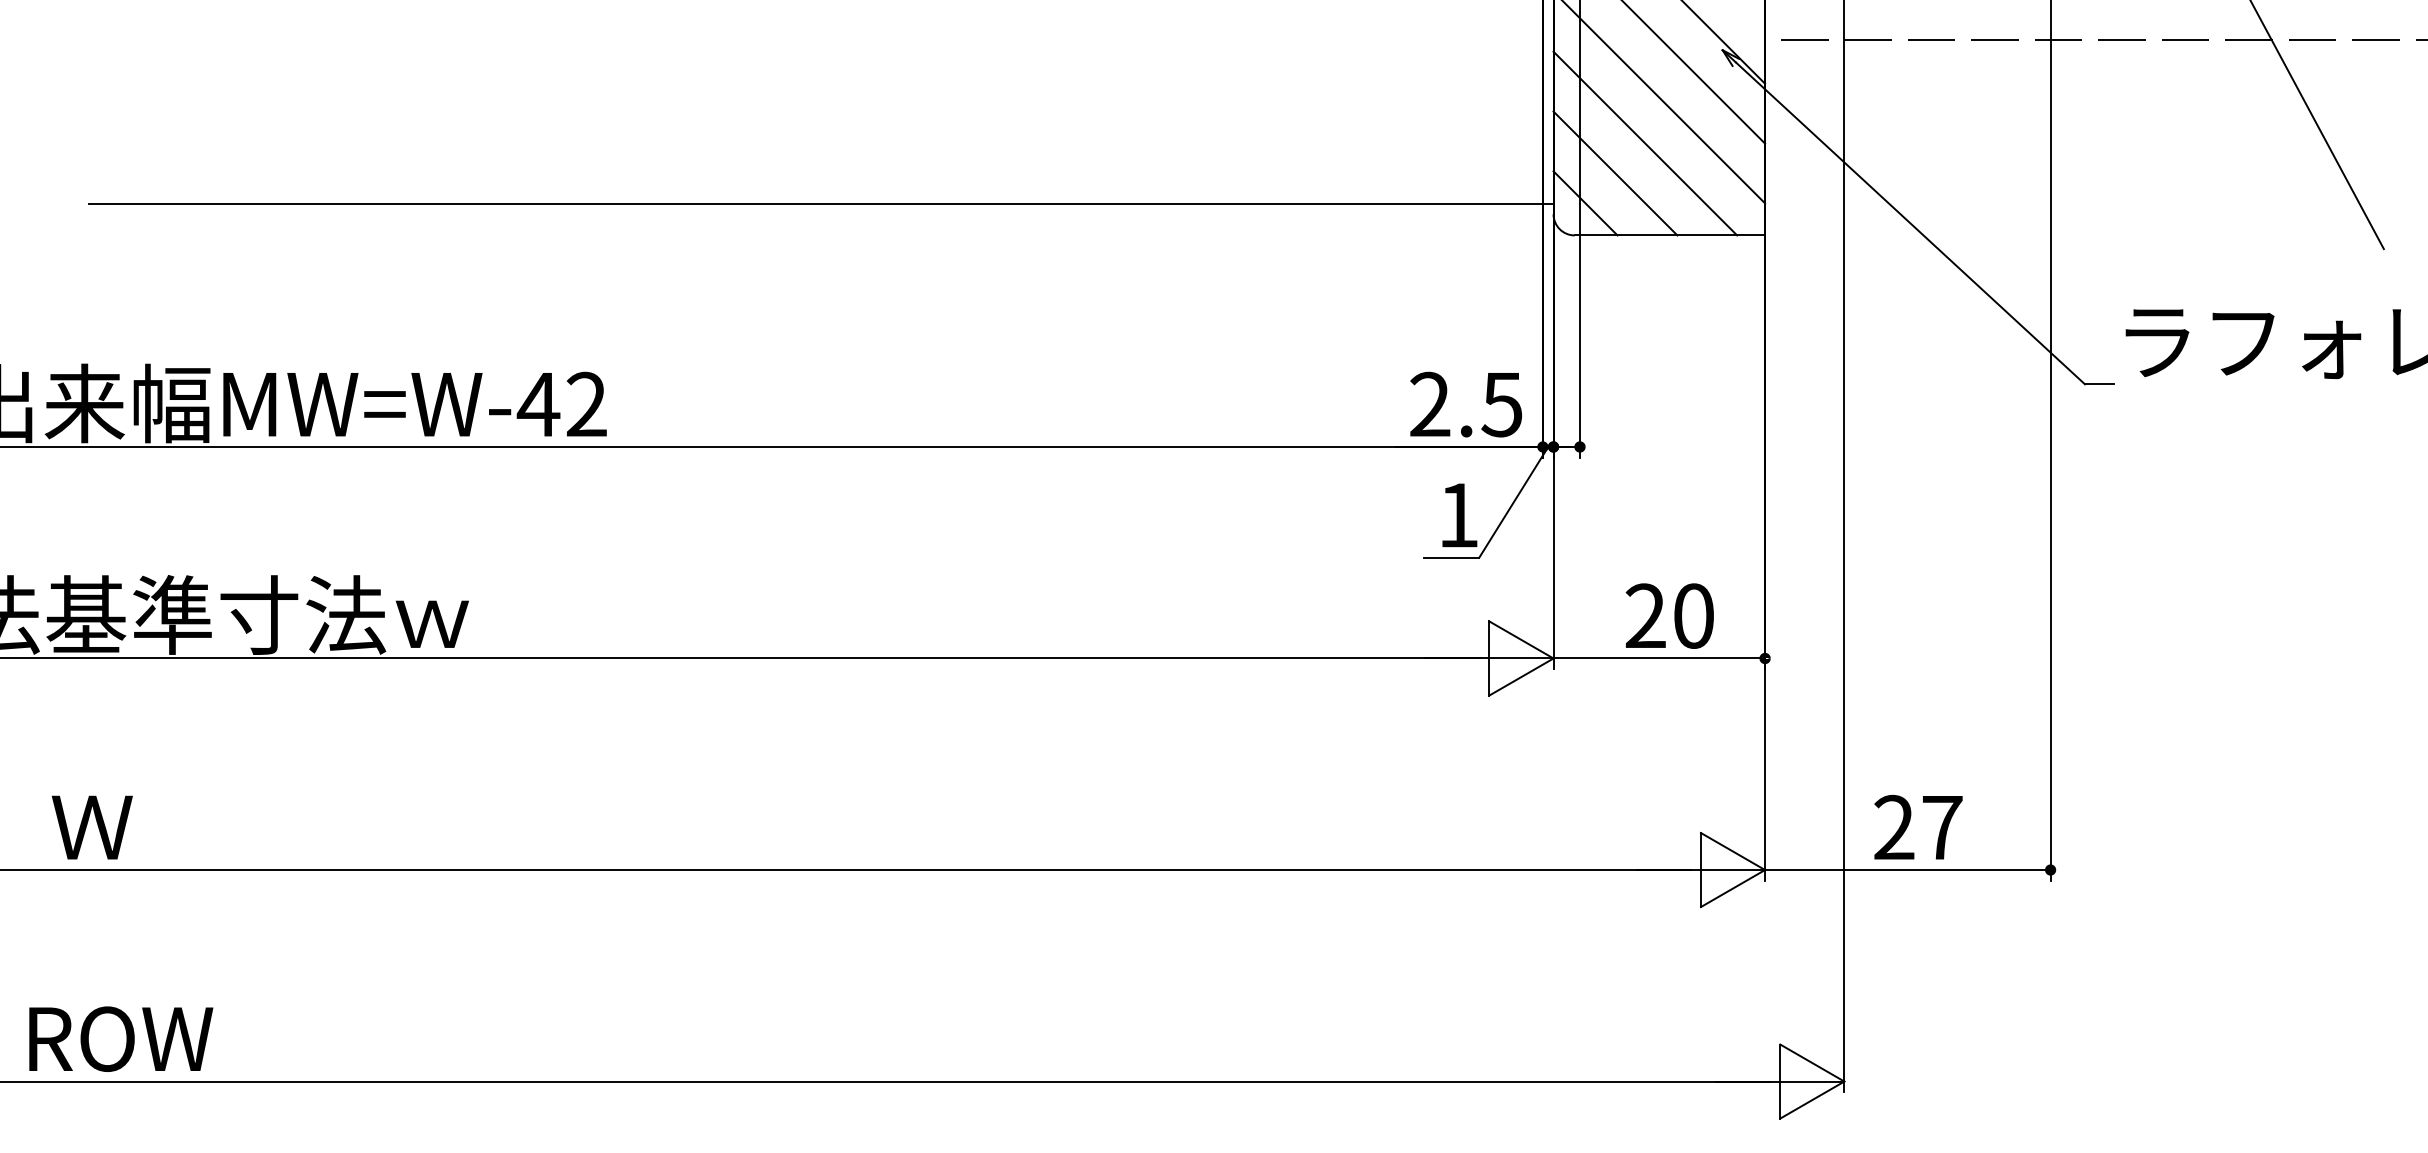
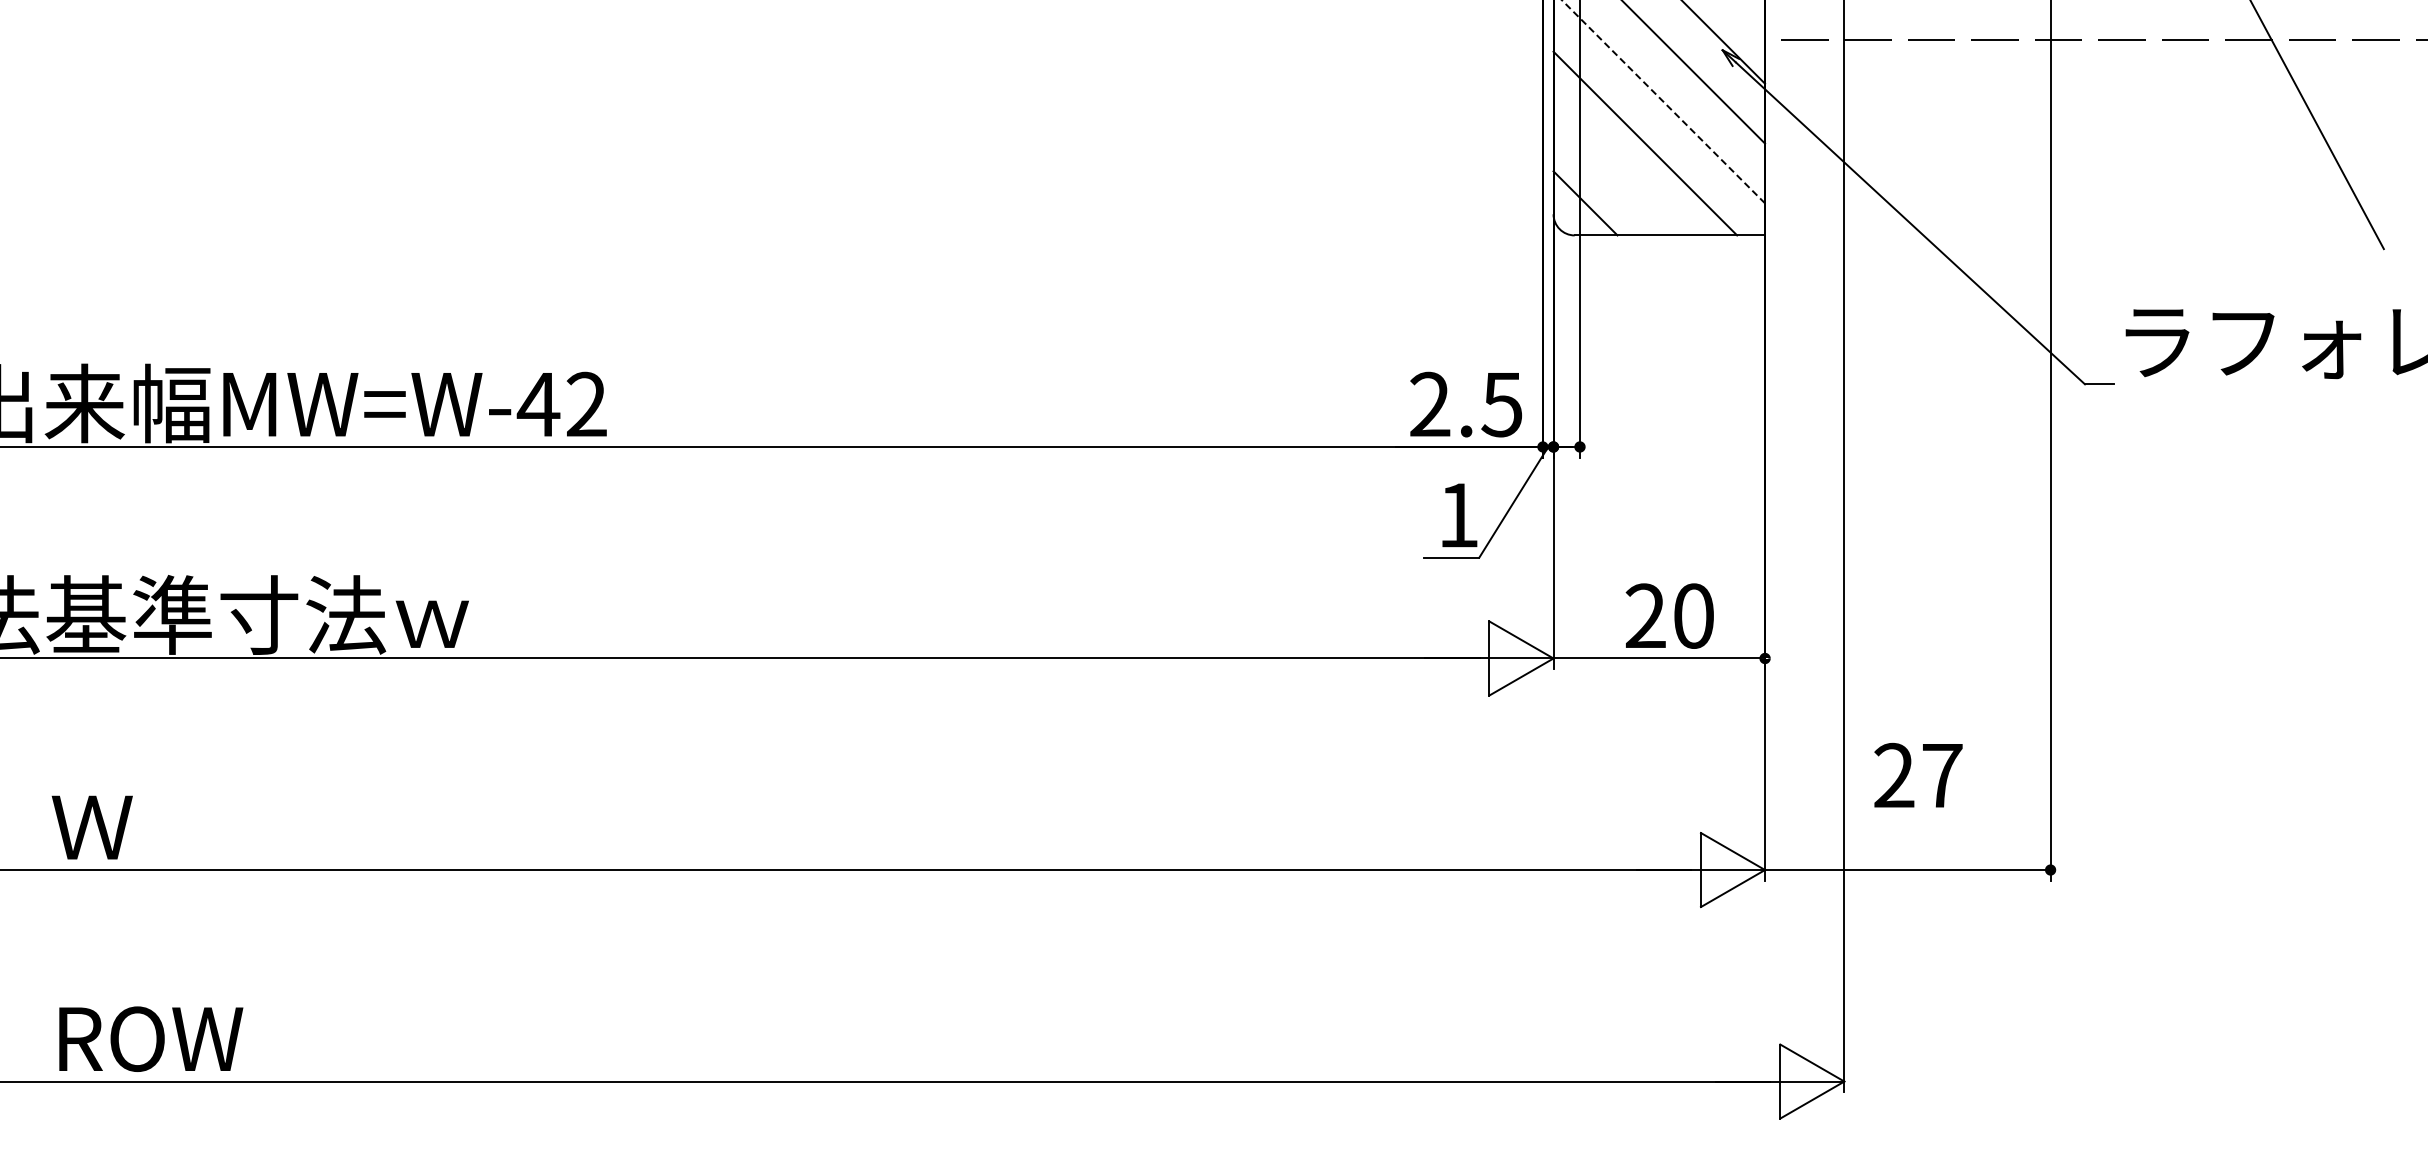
line at (1663, 101): solid -> dashed
line at (1615, 173): present -> none
line at (820, 203): present -> none
text at (1918, 826) position: (1918, 826) -> (1918, 774)
text at (121, 1038) position: (121, 1038) -> (151, 1038)
